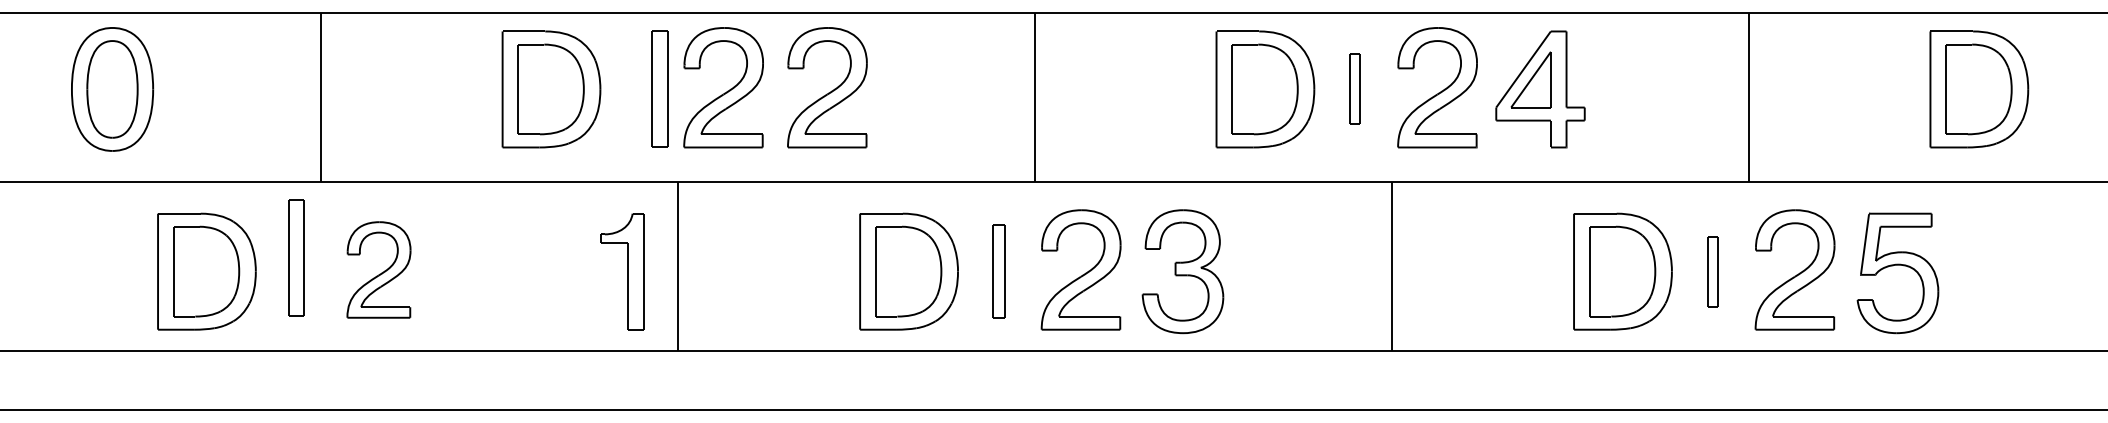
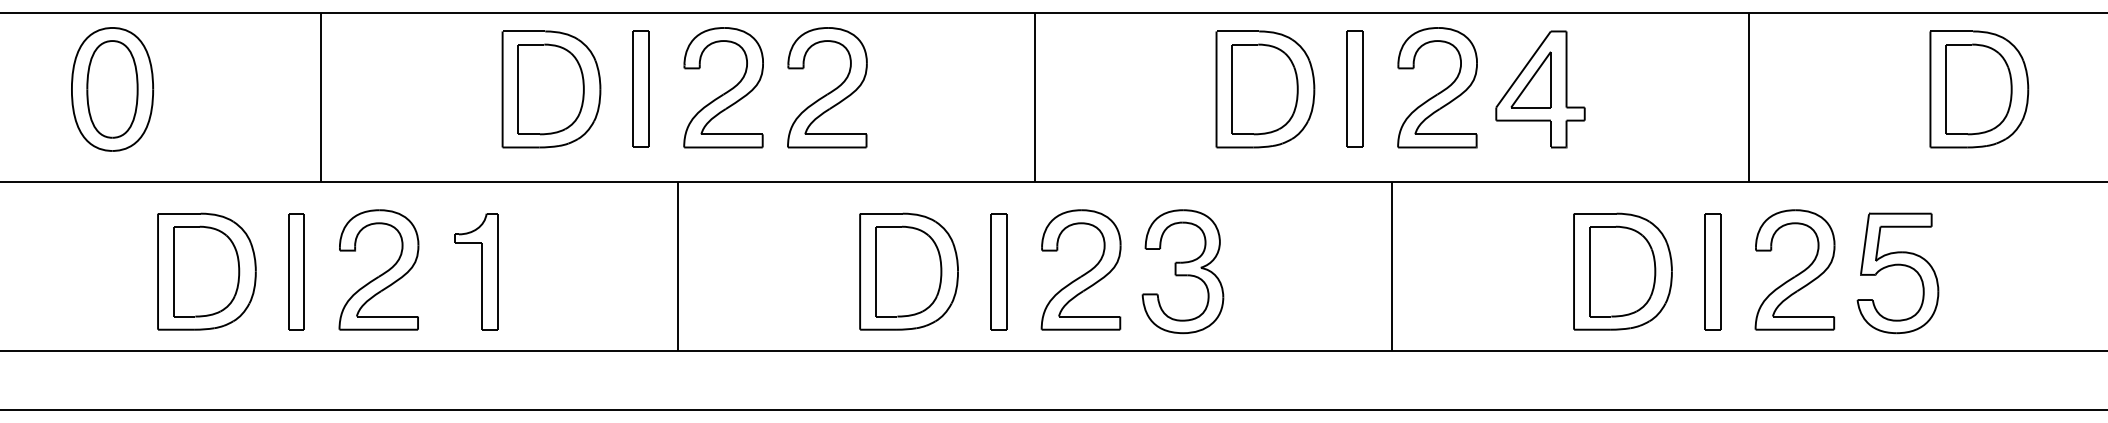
part at (659, 88) position: (659, 88) -> (640, 88)
part at (1354, 88) size: 12x72 px -> 18x118 px
part at (296, 257) position: (296, 257) -> (296, 271)
part at (378, 269) size: 66x98 px -> 82x122 px
part at (622, 271) position: (622, 271) -> (476, 271)
part at (998, 271) size: 14x95 px -> 18x118 px
part at (1712, 271) size: 12x72 px -> 18x118 px
